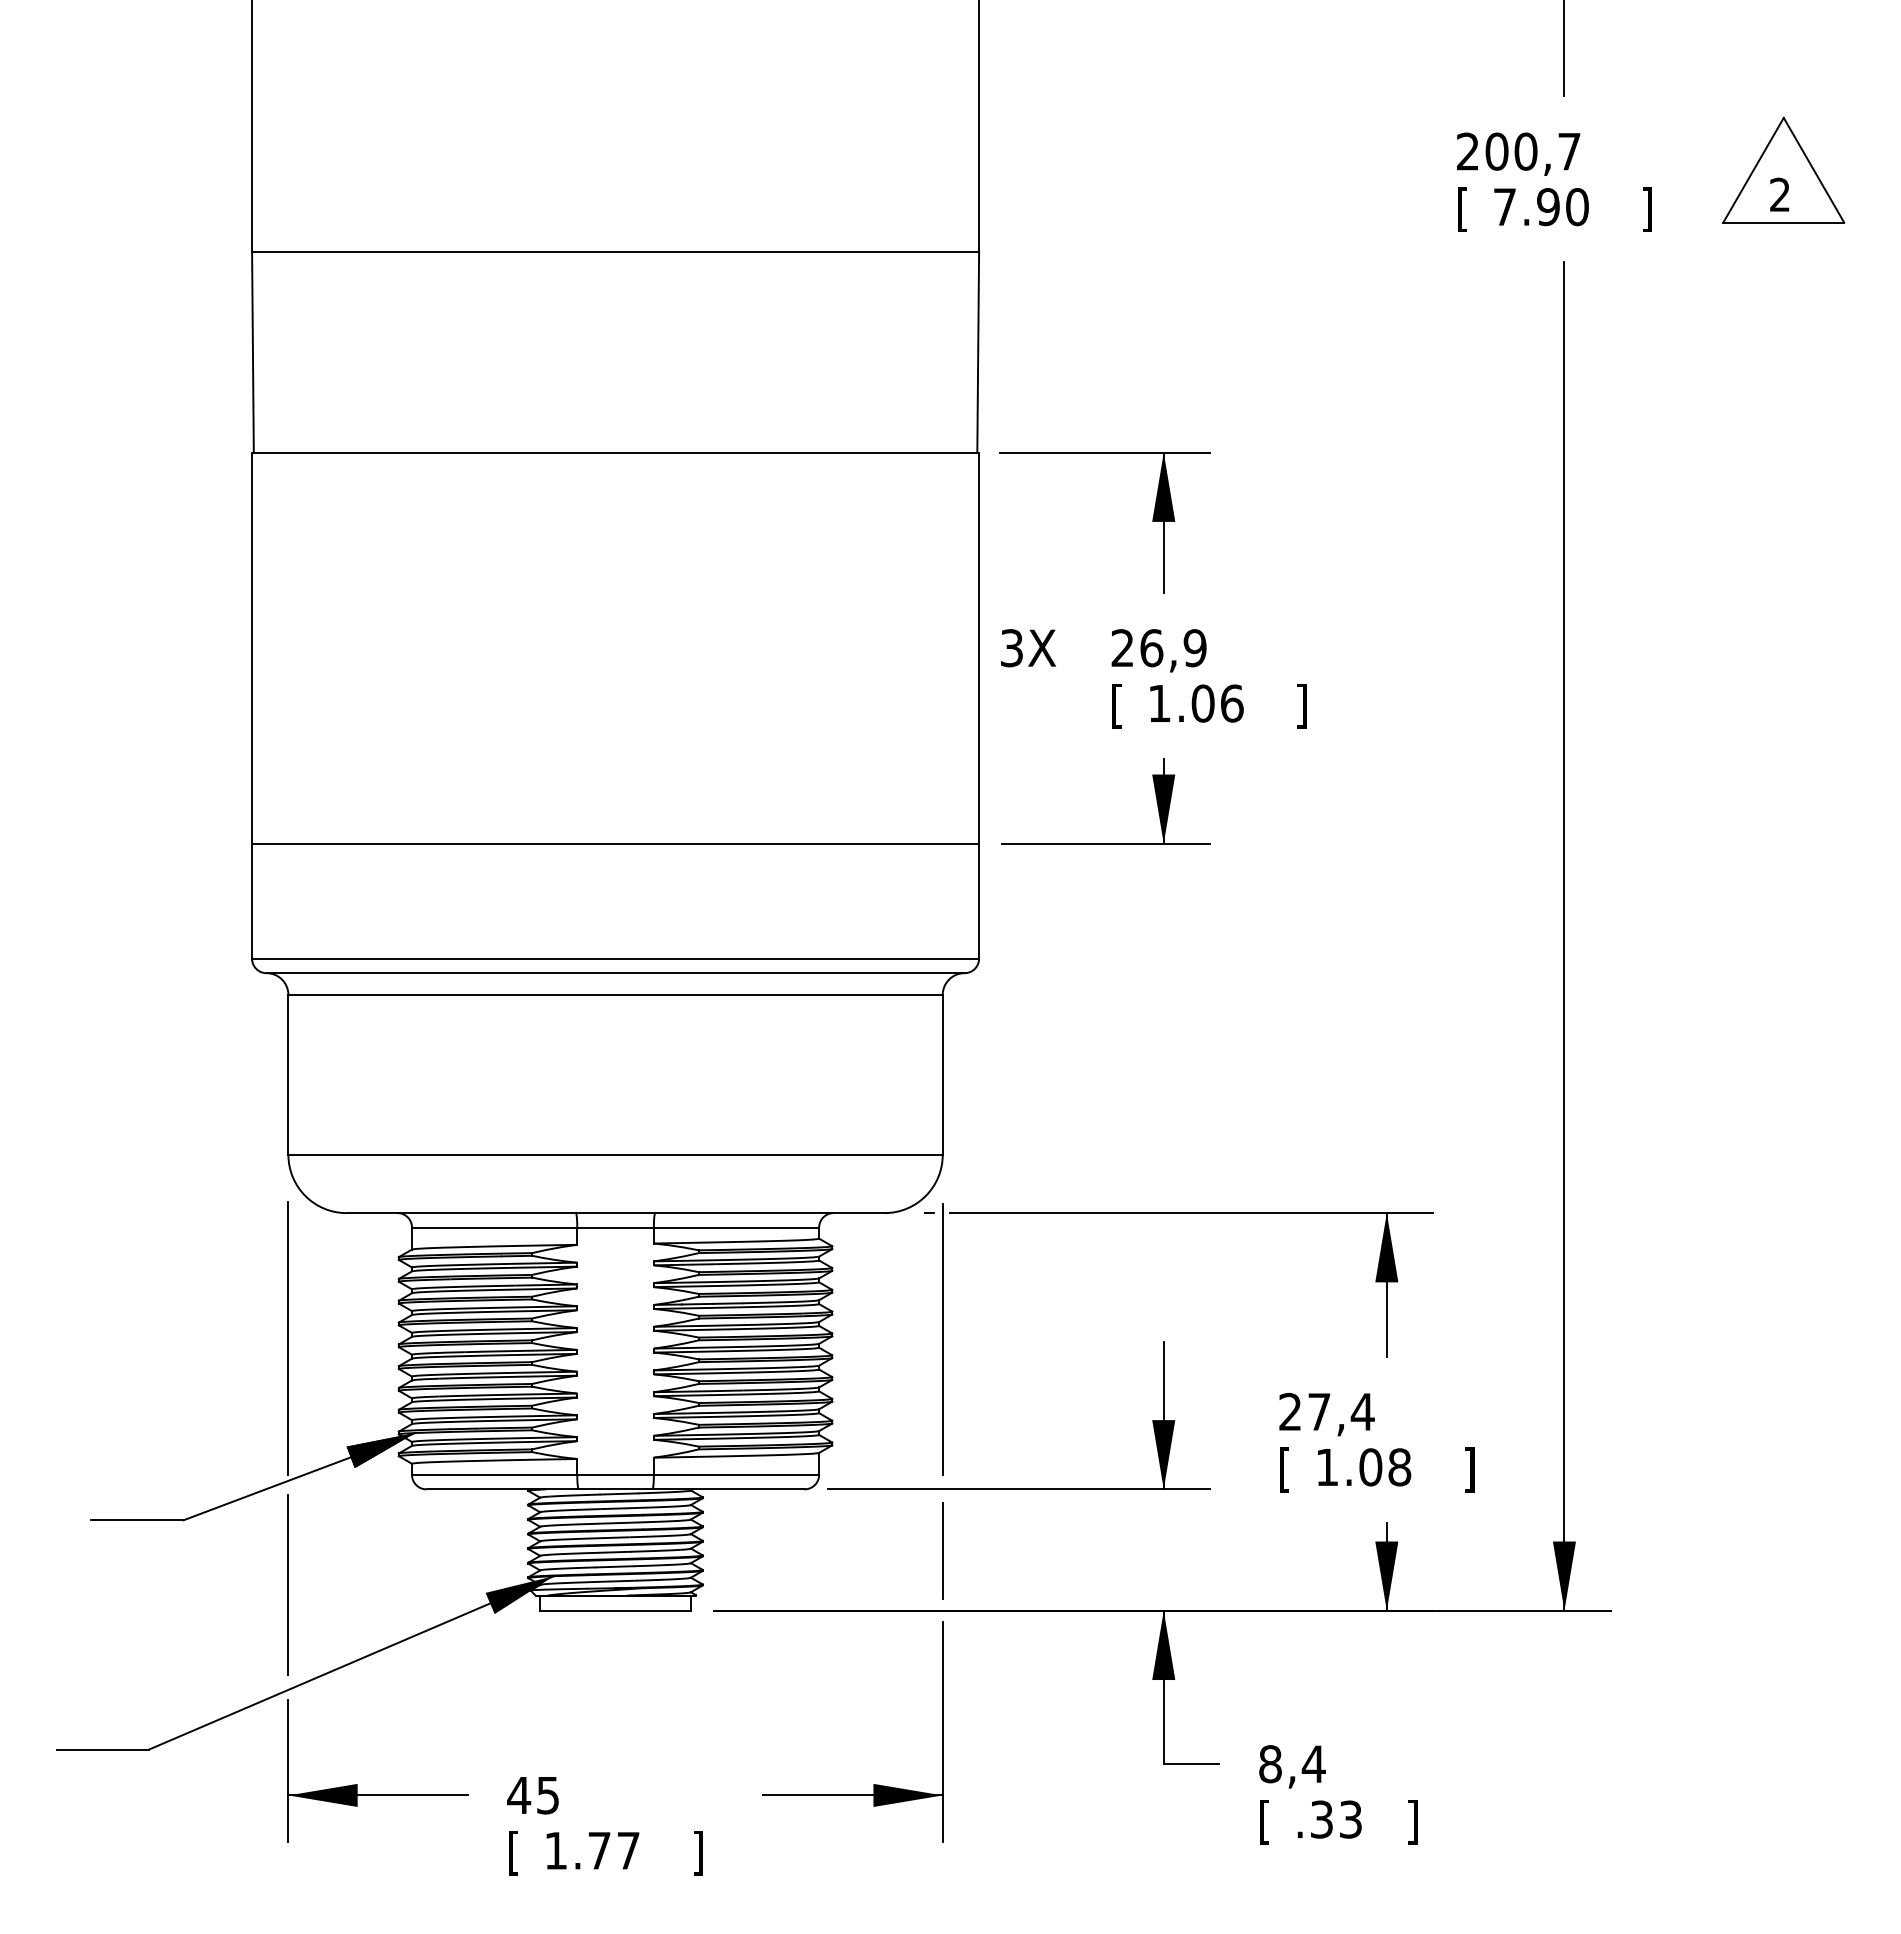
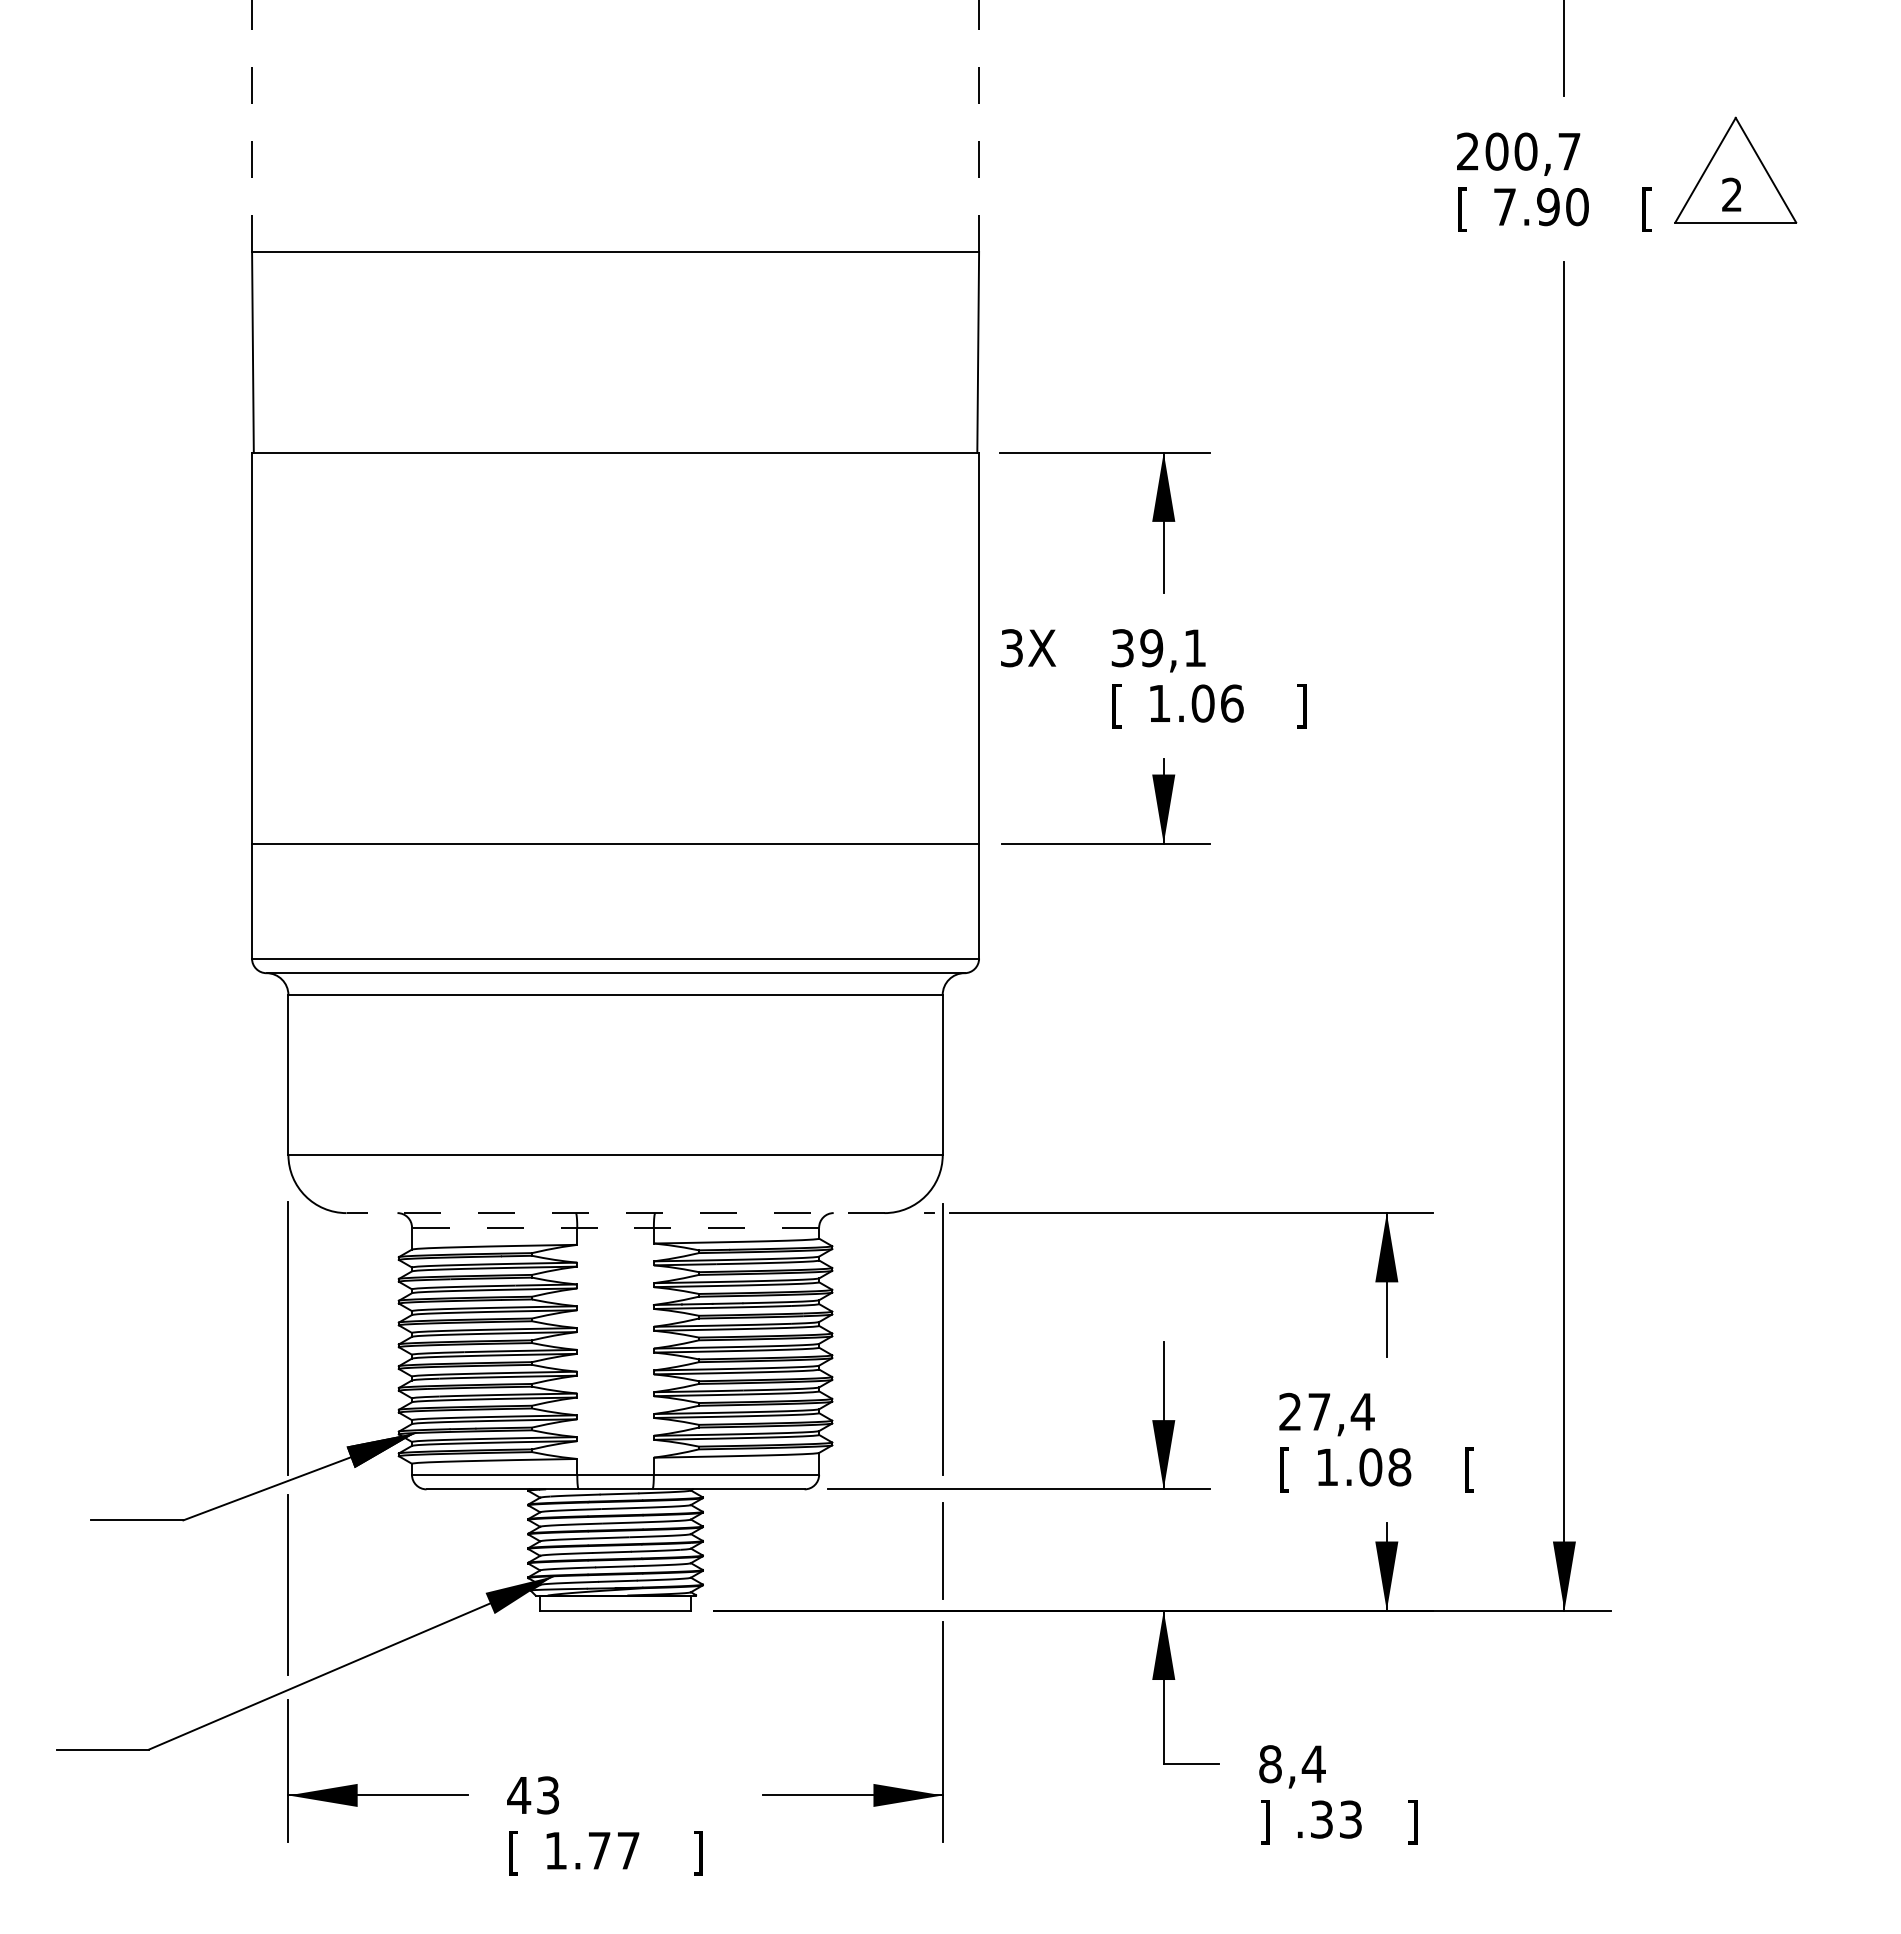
line at (252, 126): solid -> dashed
line at (979, 126): solid -> dashed
part at (1783, 169) position: (1783, 169) -> (1735, 169)
text at (1646, 209): ] -> [
text at (1158, 648): 26,9 -> 39,1
line at (615, 1213): solid -> dashed
line at (615, 1227): solid -> dashed
text at (1469, 1469): ] -> [
text at (548, 1794): 45 -> 43
text at (1264, 1822): [ -> ]
